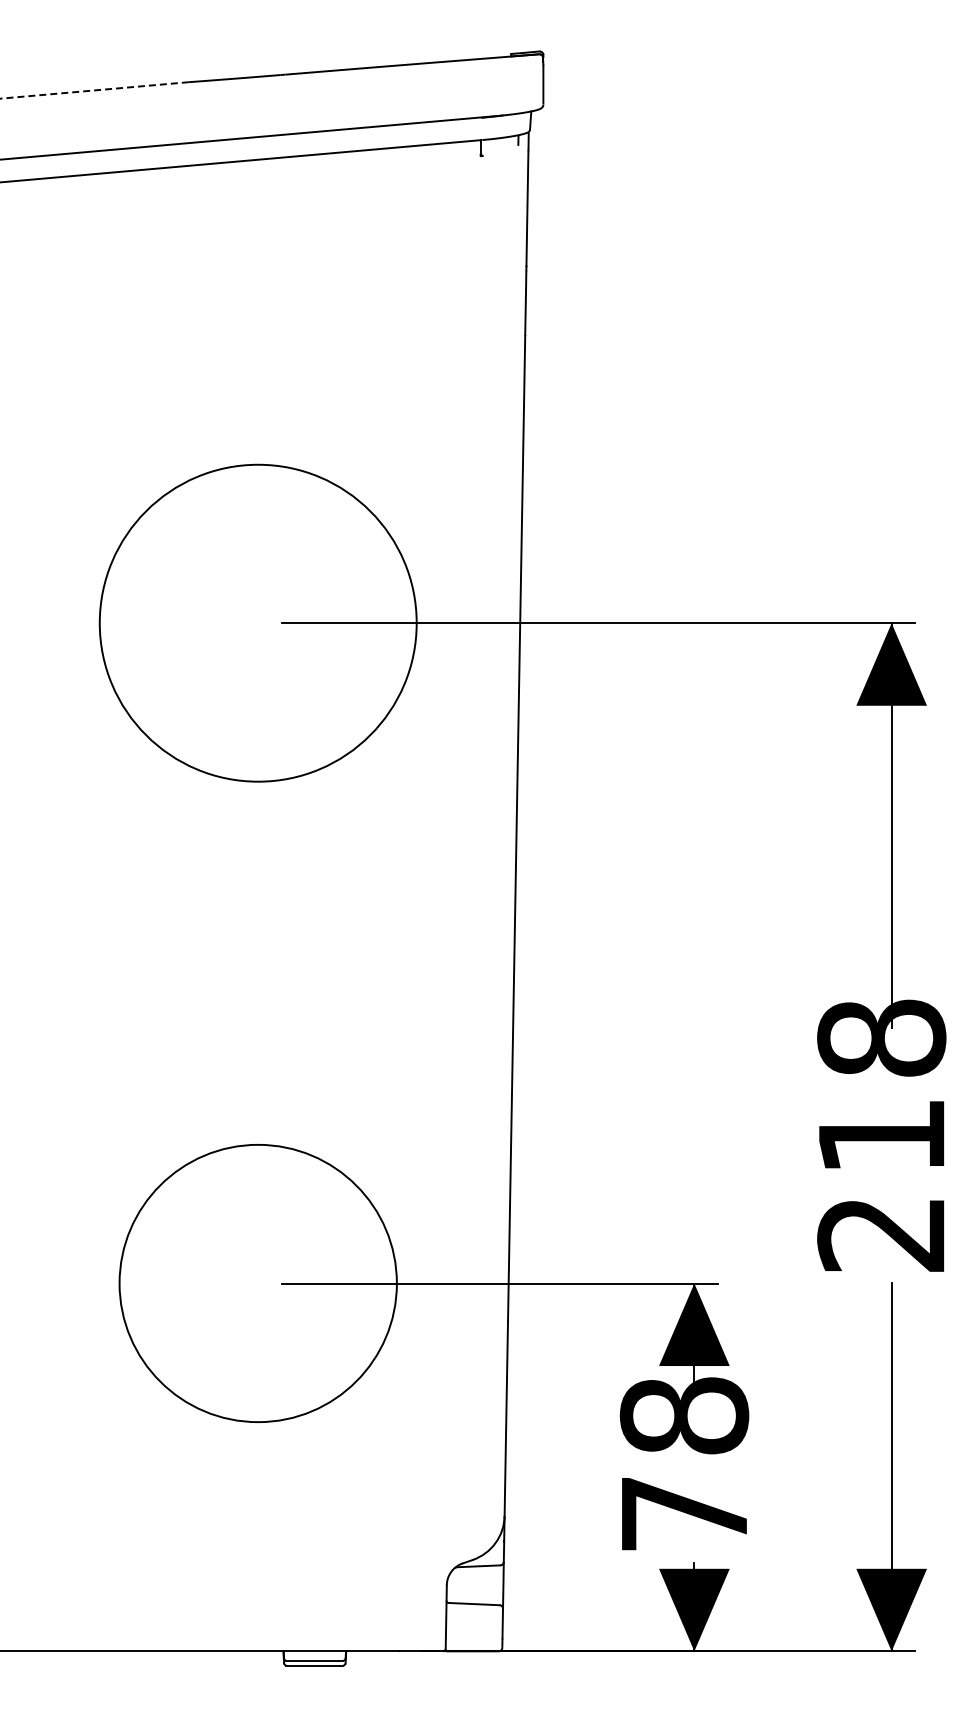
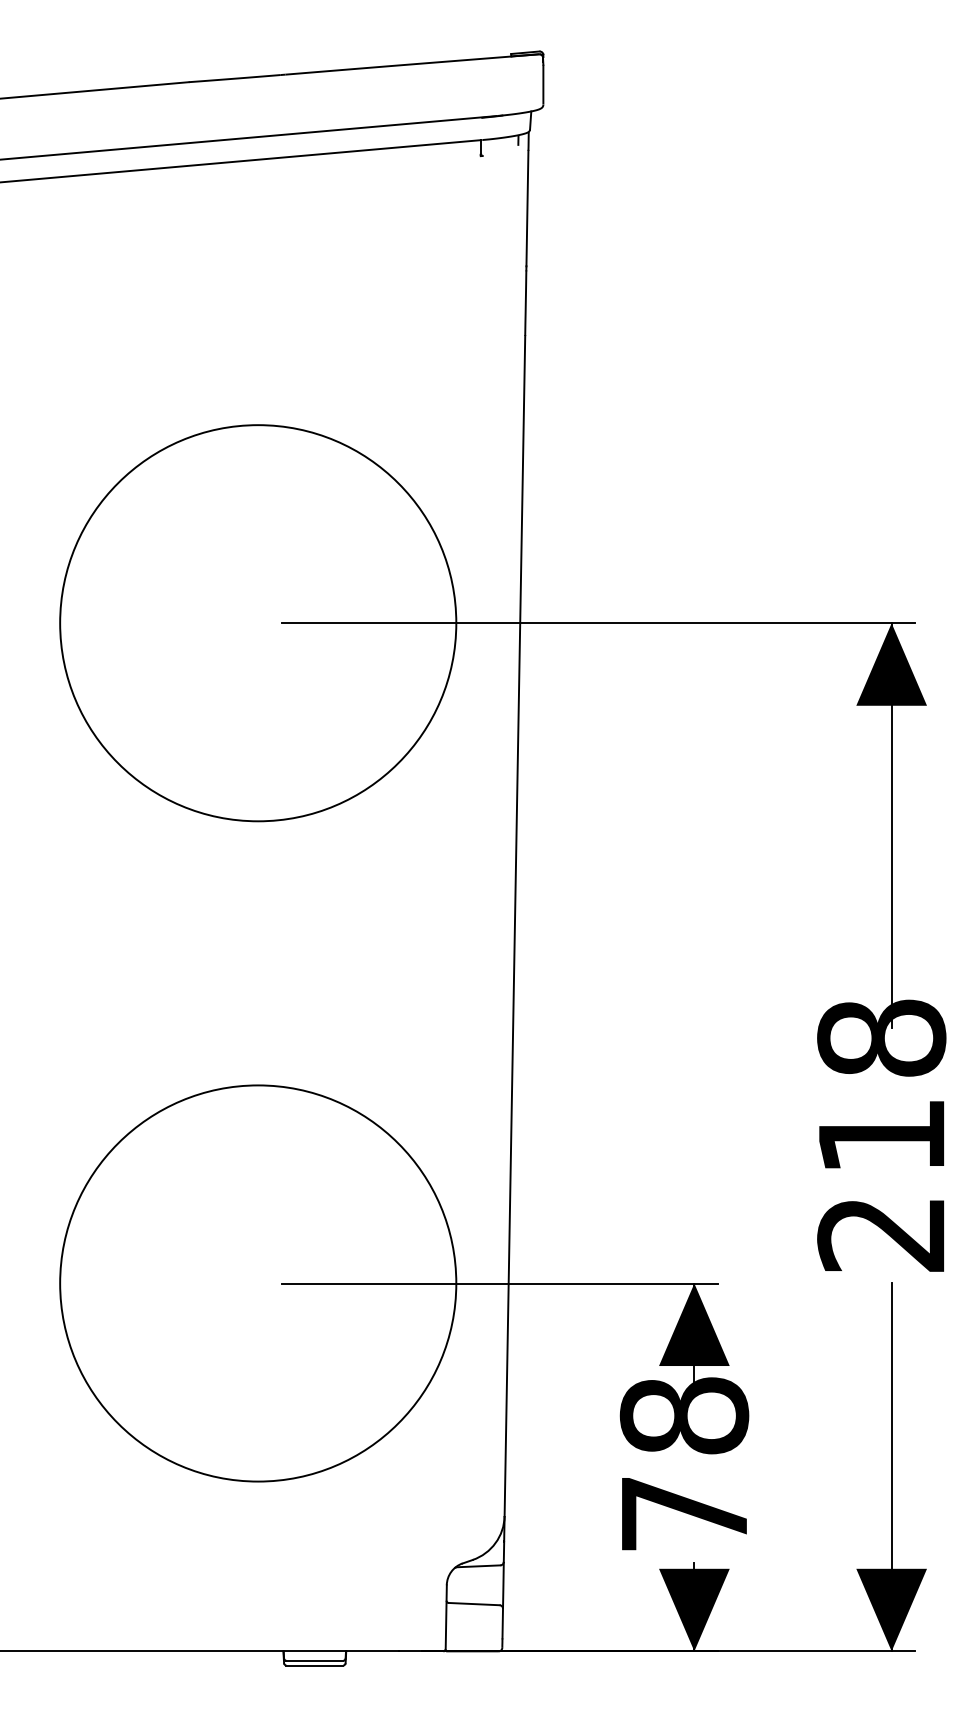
line at (94, 90): dashed -> solid
circle at (257, 622) diameter: 317 px -> 396 px
circle at (257, 1283) diameter: 277 px -> 396 px
